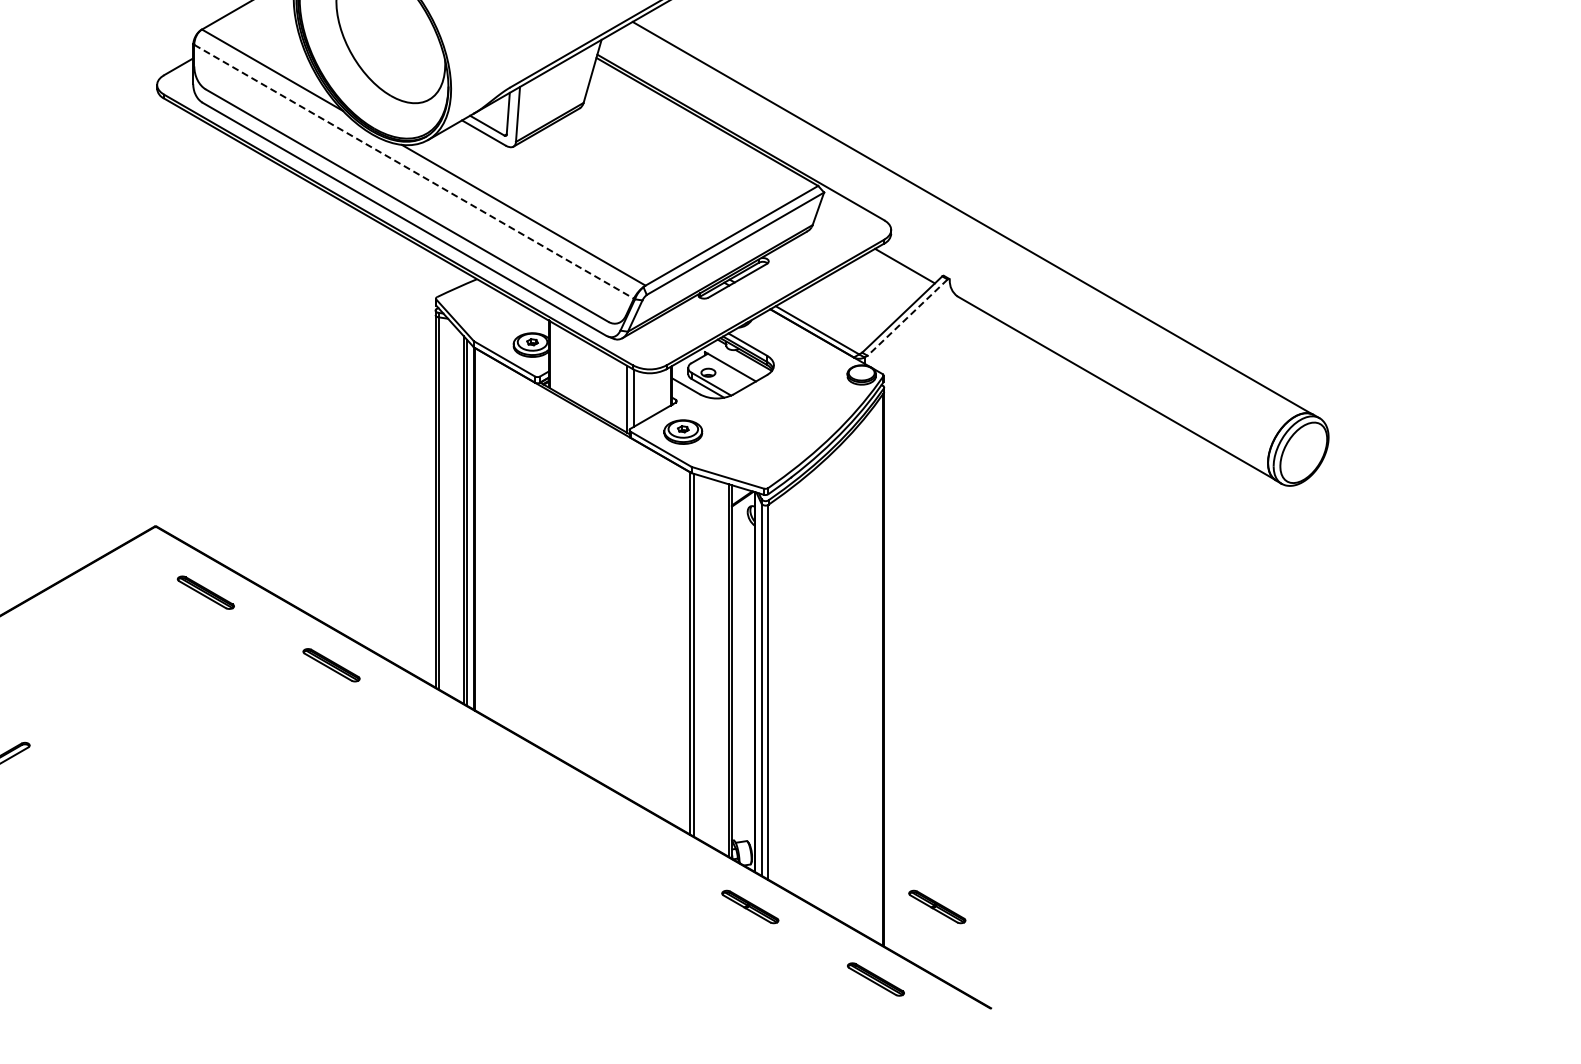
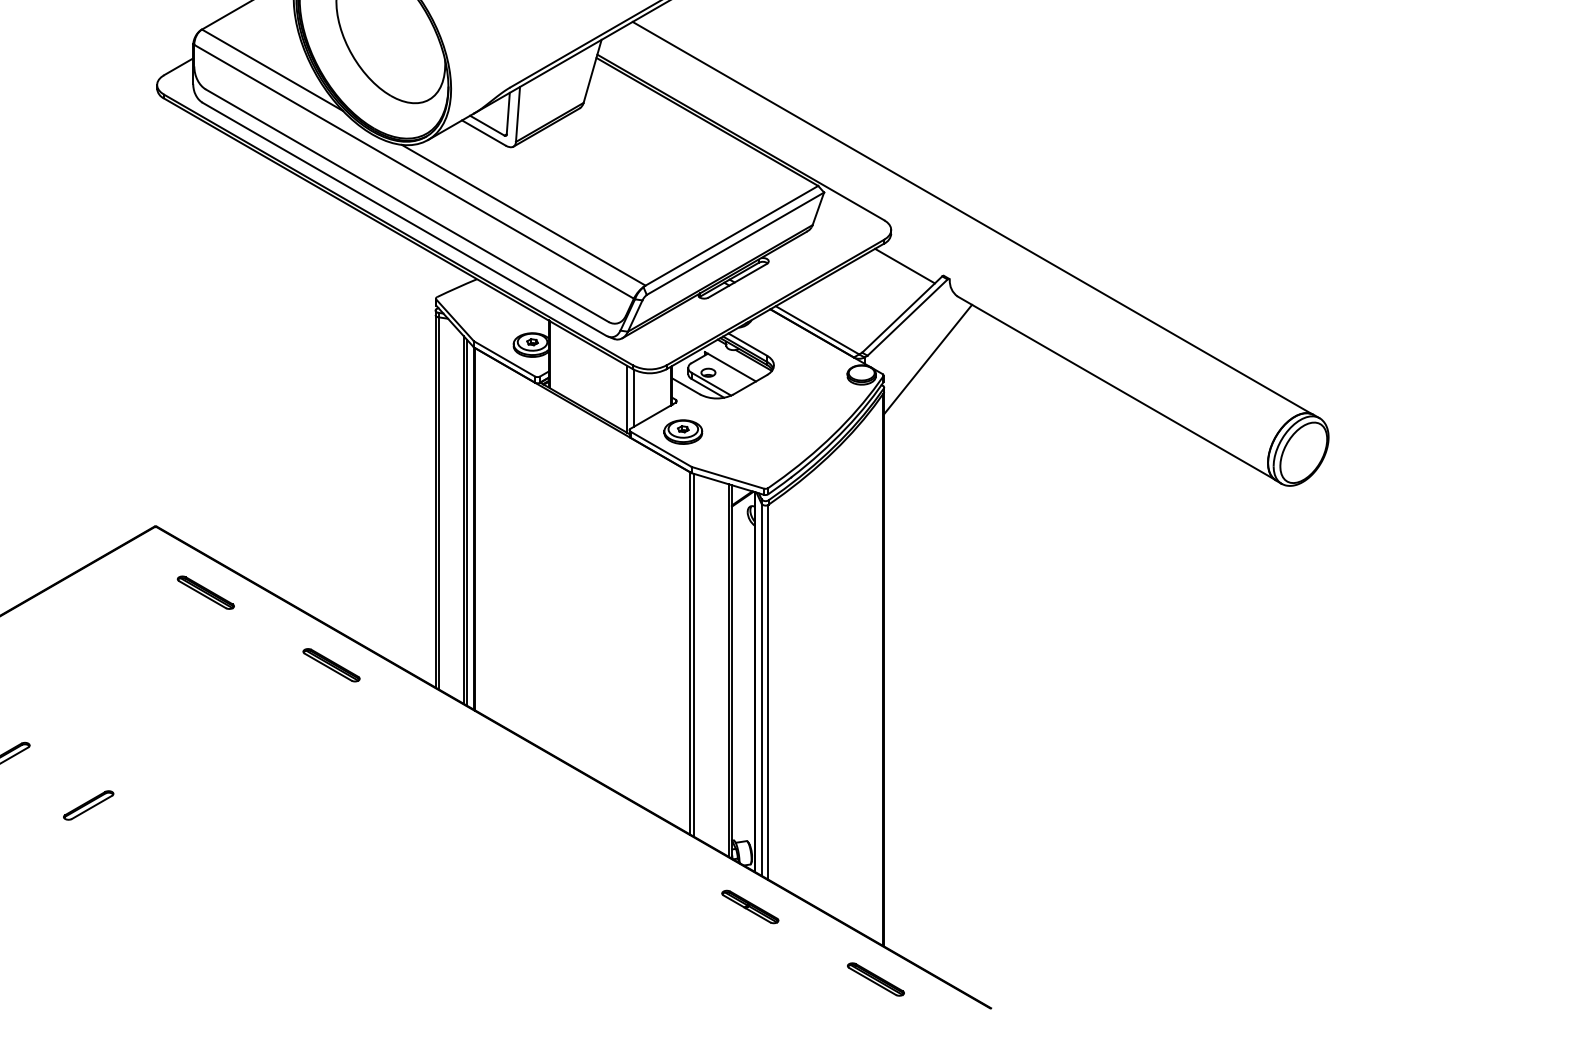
line at (414, 171): dashed -> solid
line at (907, 317): dashed -> solid
line at (927, 359): none -> present
part at (88, 805): none -> present
part at (937, 906): present -> none
